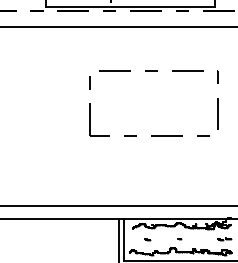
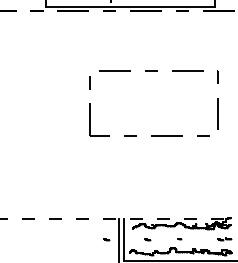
line at (118, 26): present -> none
line at (118, 205): present -> none
line at (118, 219): solid -> dashed
part at (106, 239): none -> present
